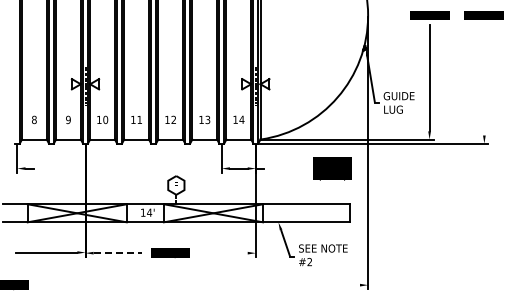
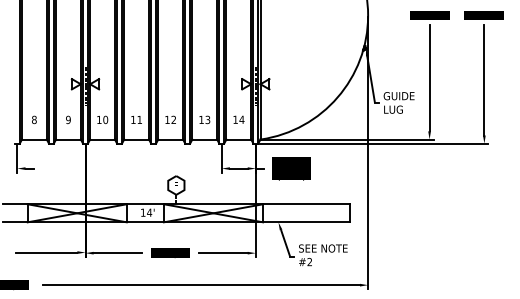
line at (484, 79): none -> present
text at (332, 168) position: (332, 168) -> (291, 168)
line at (118, 253): dashed -> solid
line at (222, 253): none -> present
line at (201, 285): none -> present
